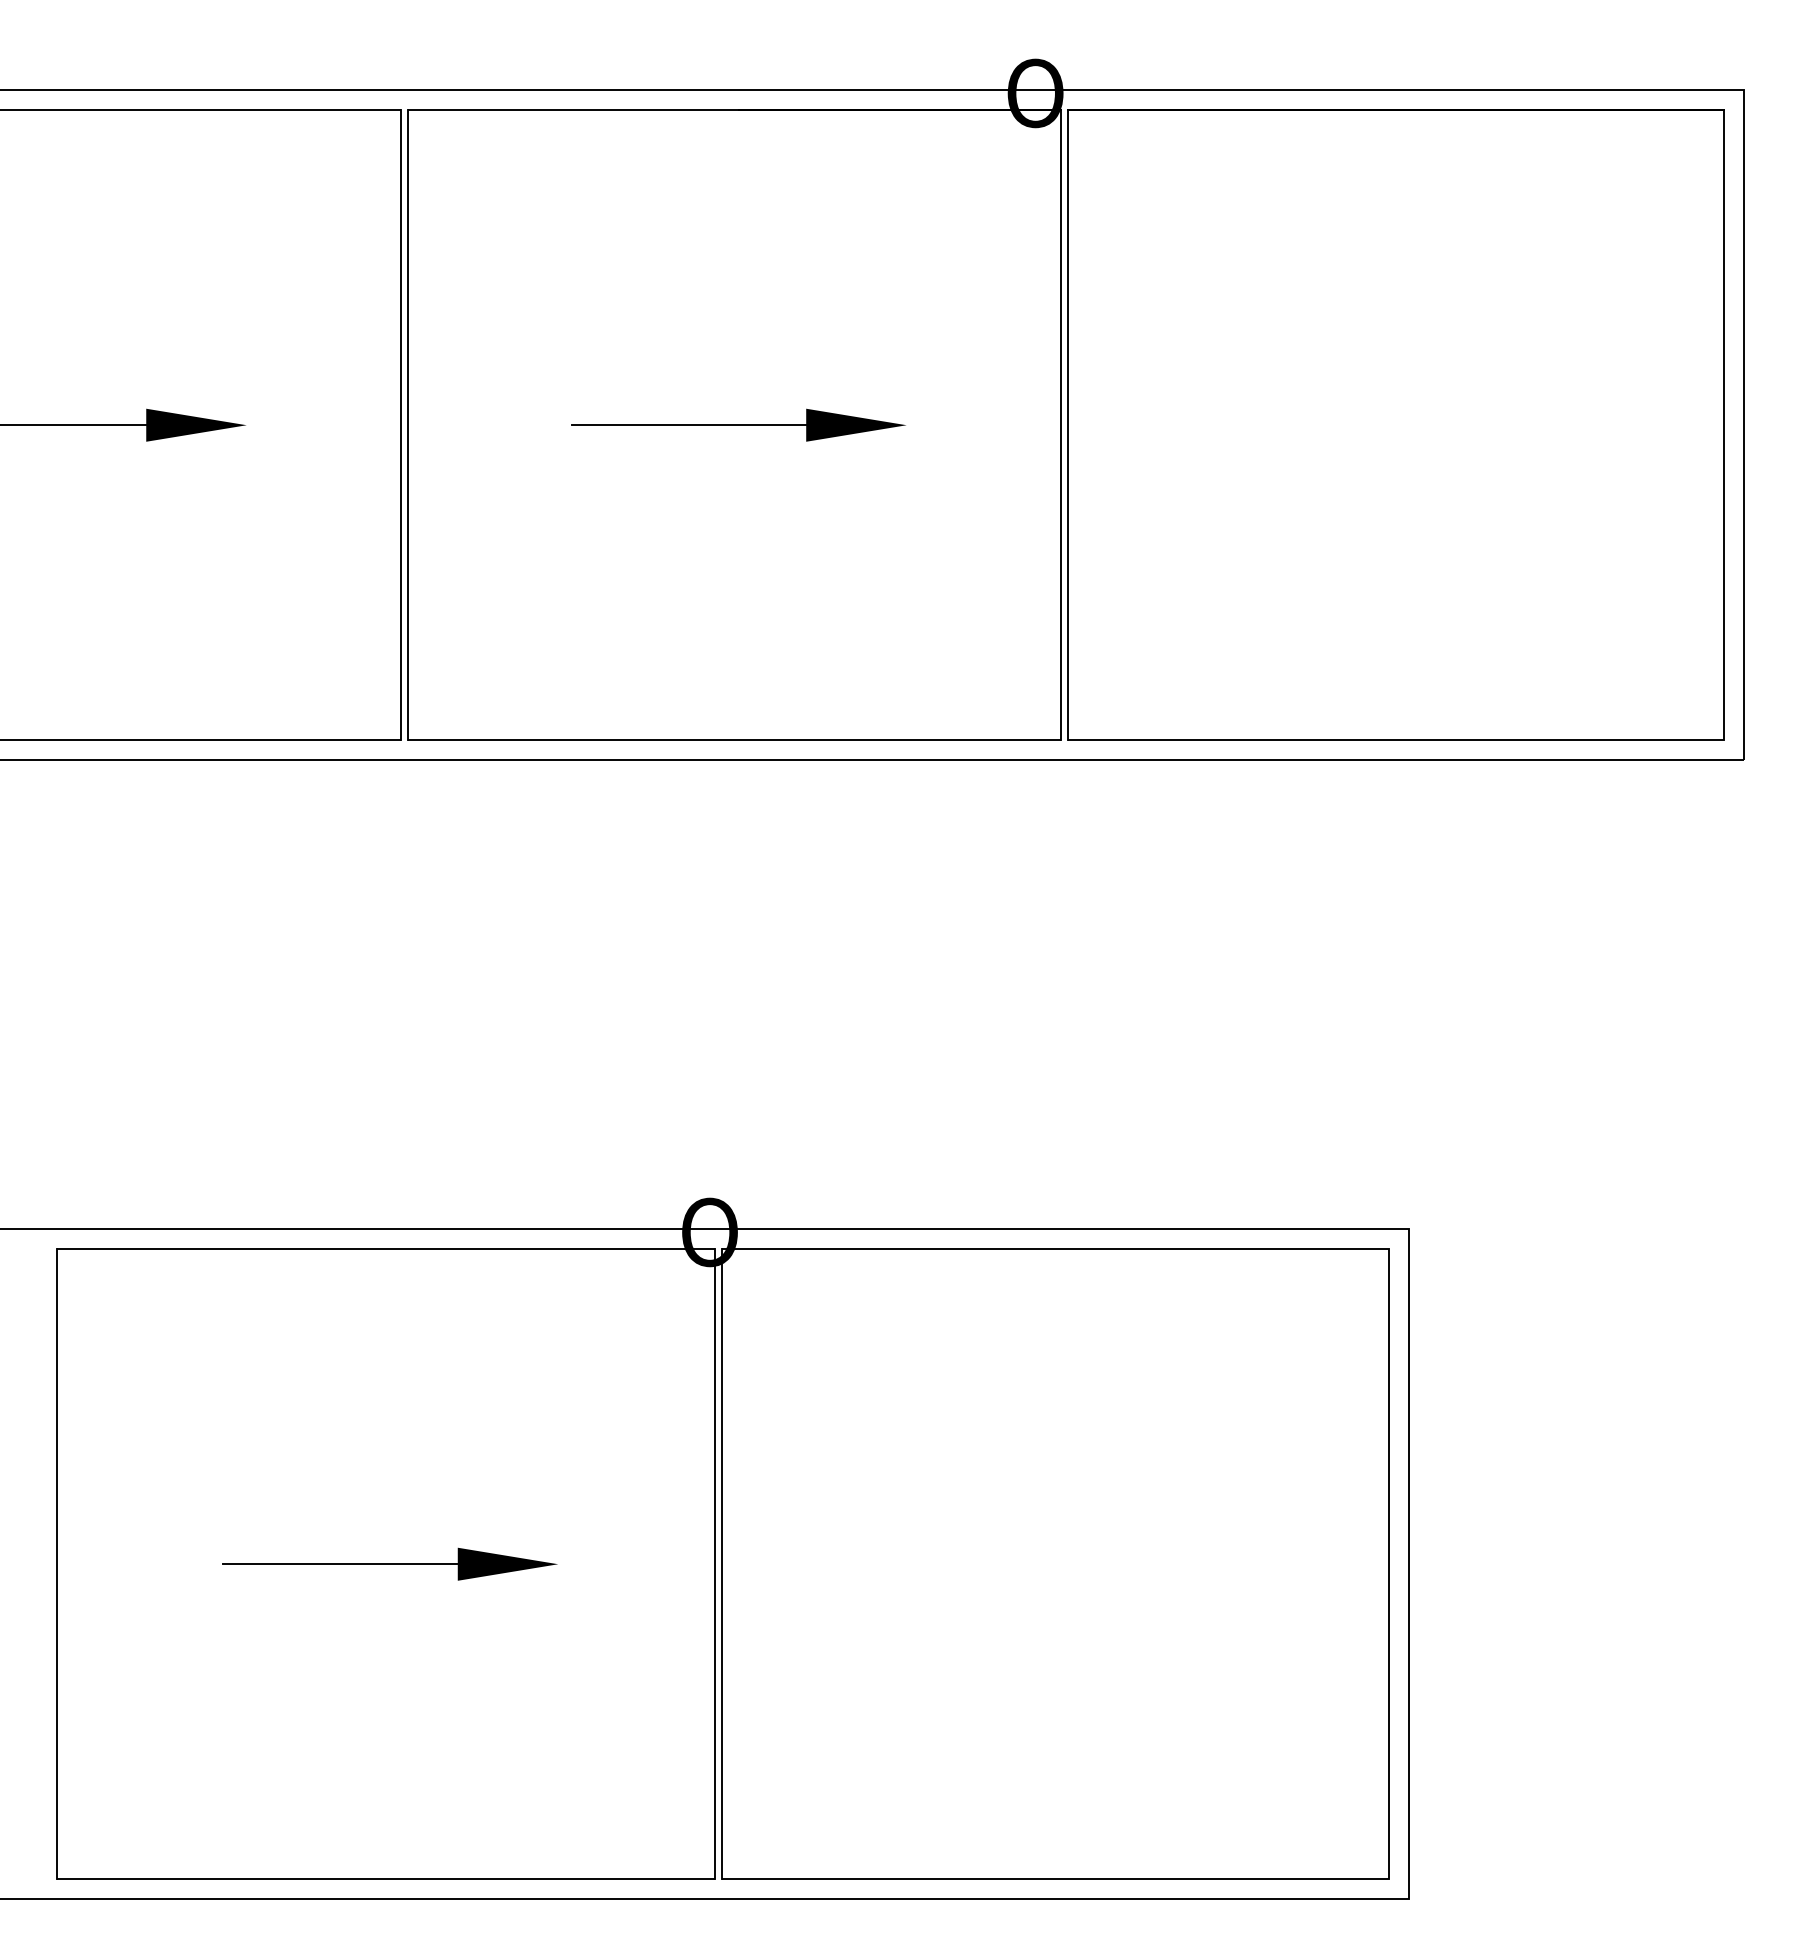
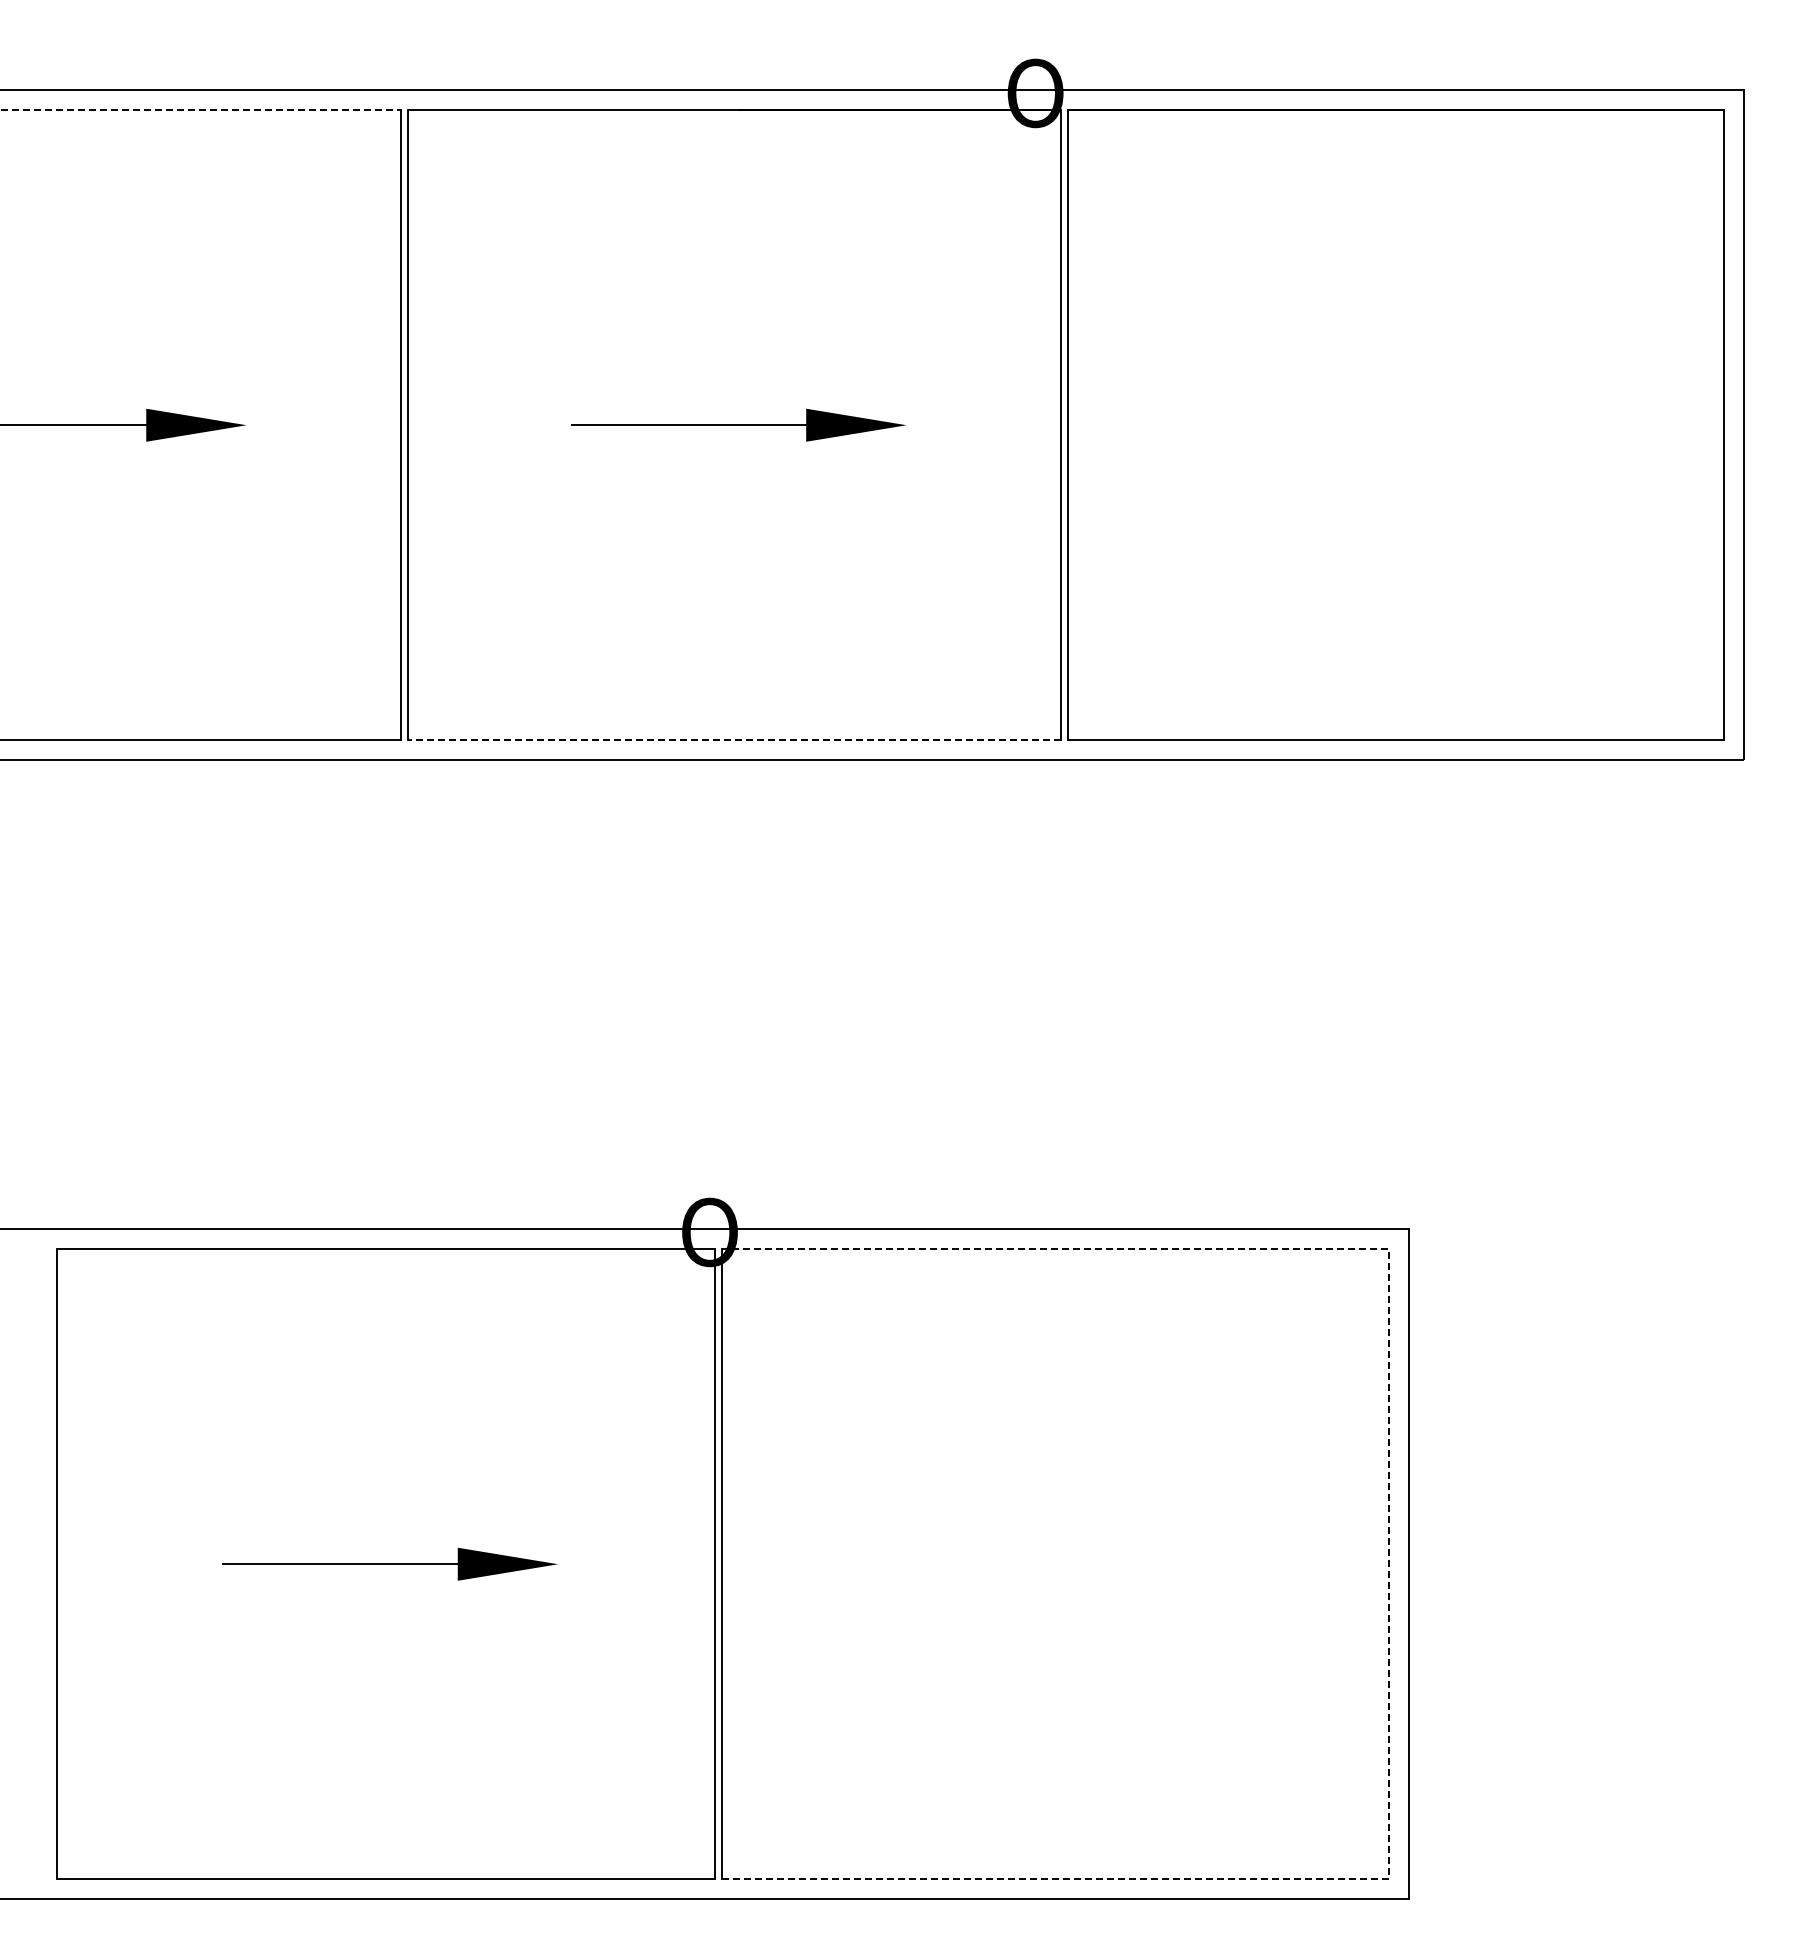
line at (201, 110): solid -> dashed
line at (734, 740): solid -> dashed
line at (1389, 1564): solid -> dashed
